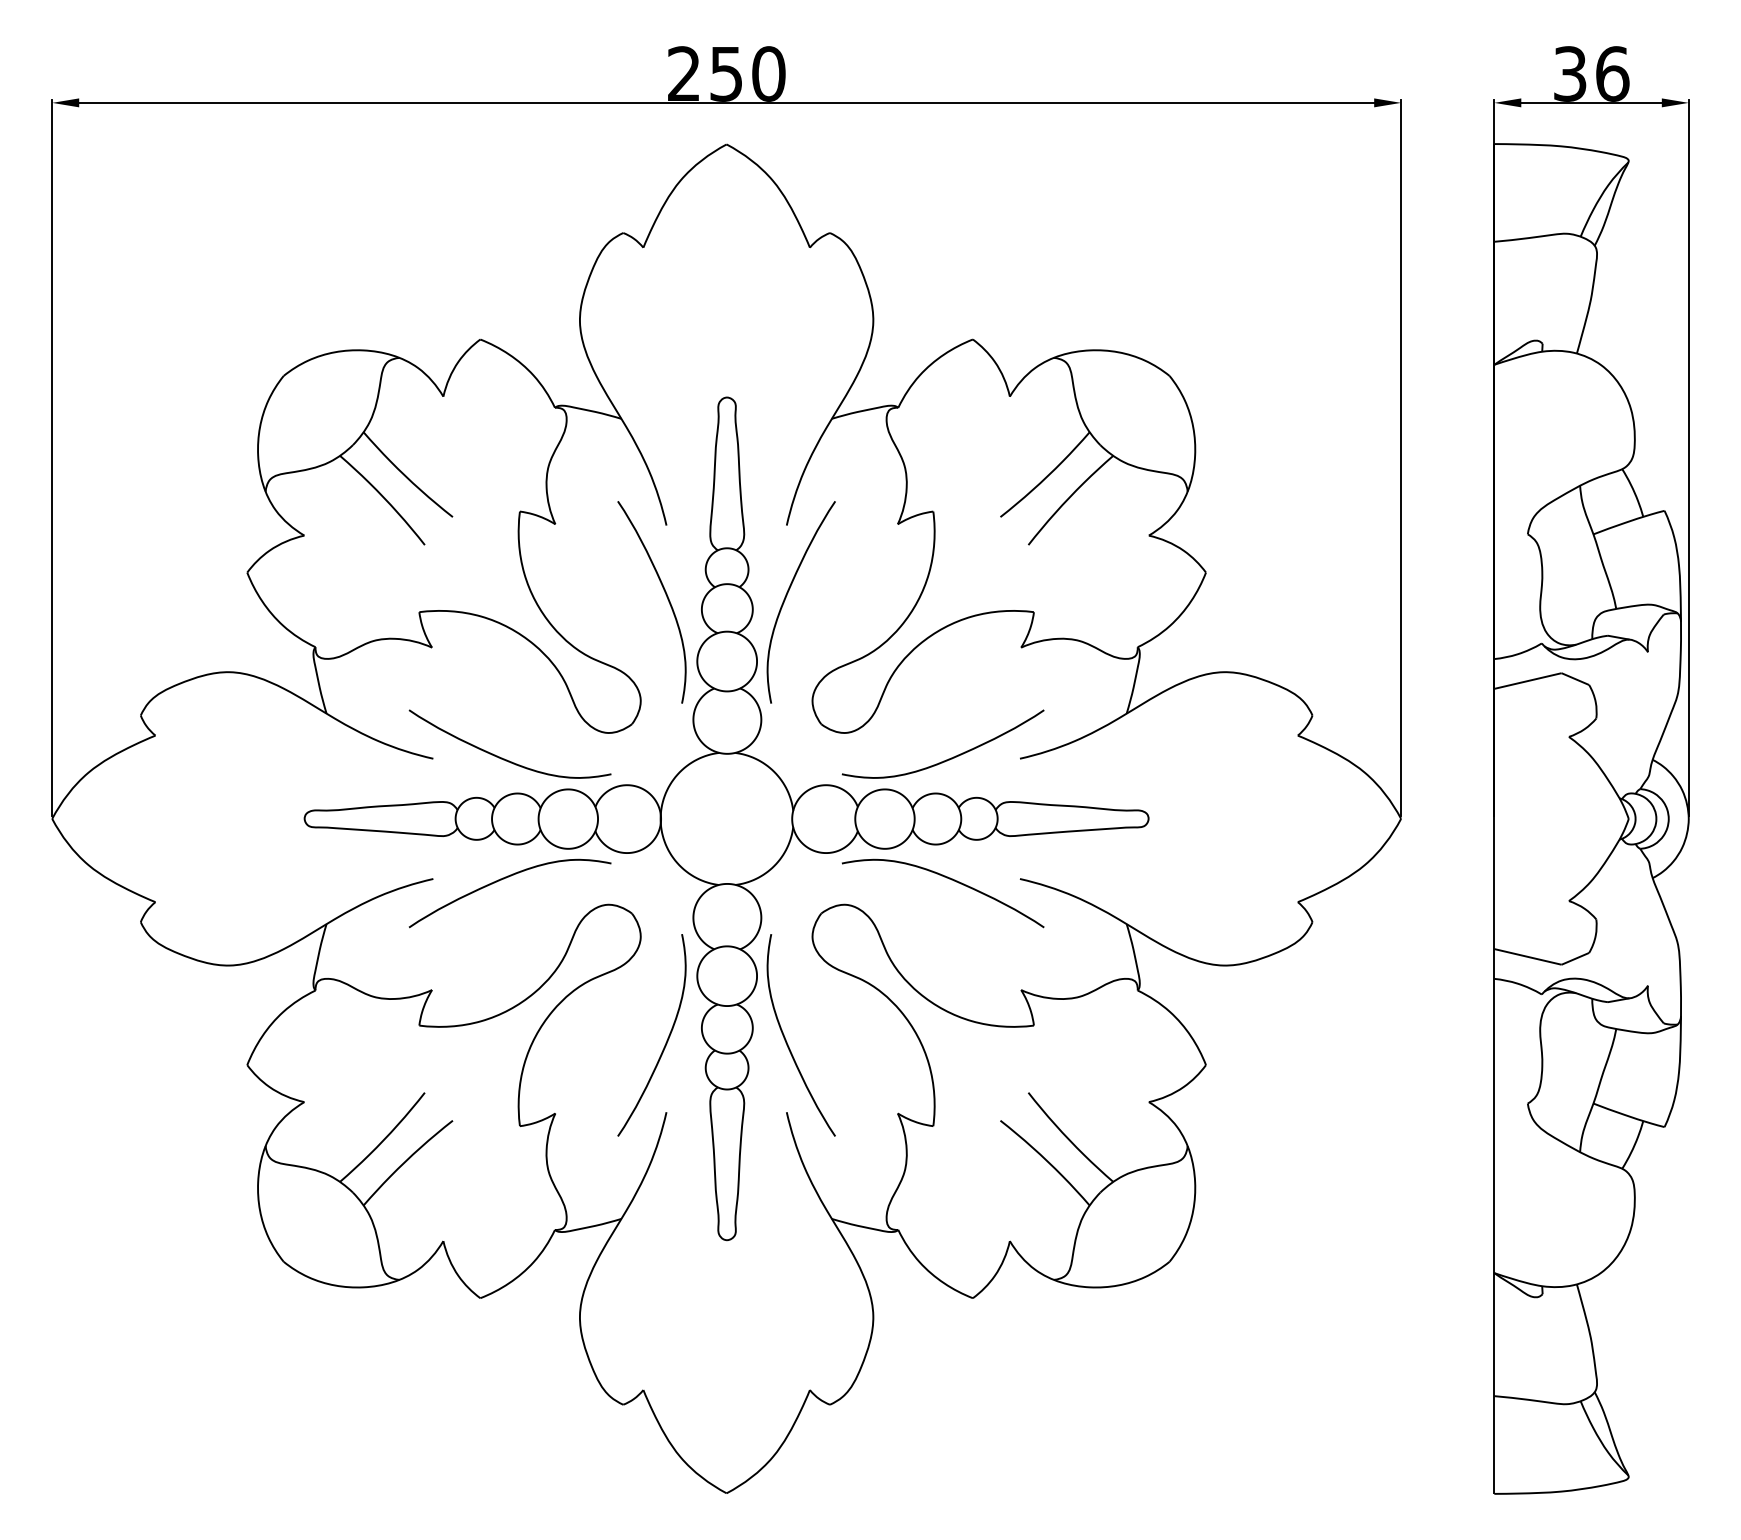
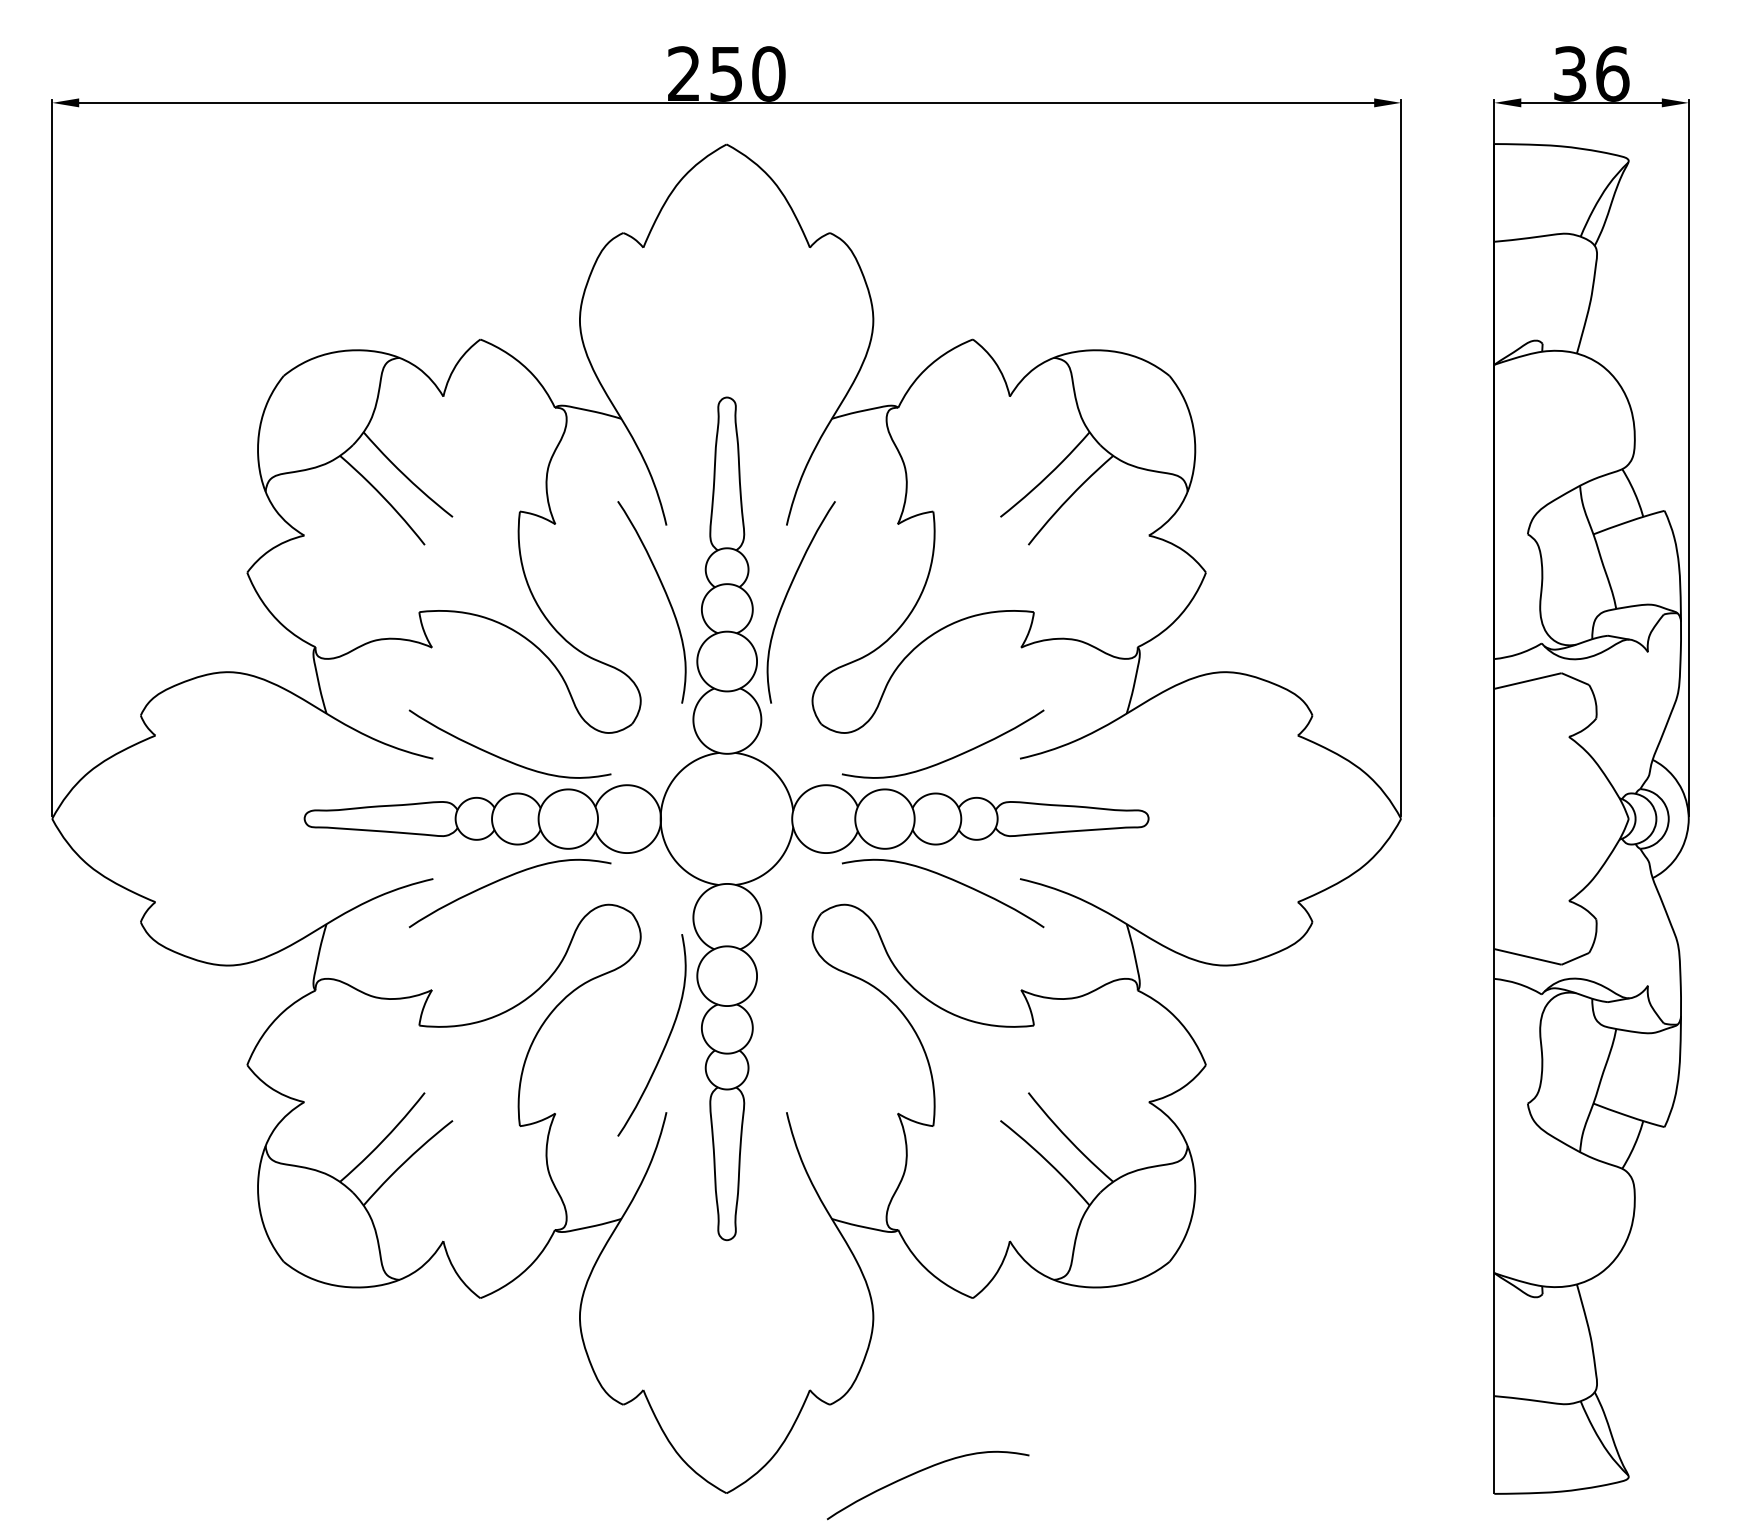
curve at (786, 1039): present -> none
curve at (922, 1471): none -> present
